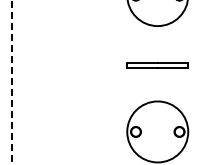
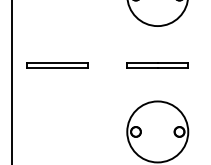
part at (57, 65): none -> present
line at (11, 82): dashed -> solid
